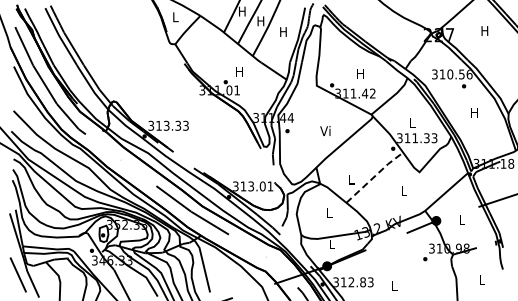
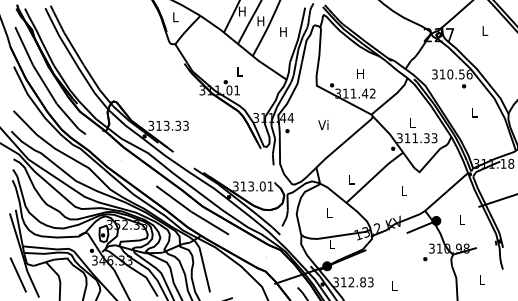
text at (484, 30): H -> L
text at (239, 71): H -> L
text at (474, 112): H -> L
text at (325, 130) position: (325, 130) -> (323, 124)
line at (374, 176): dashed -> solid
